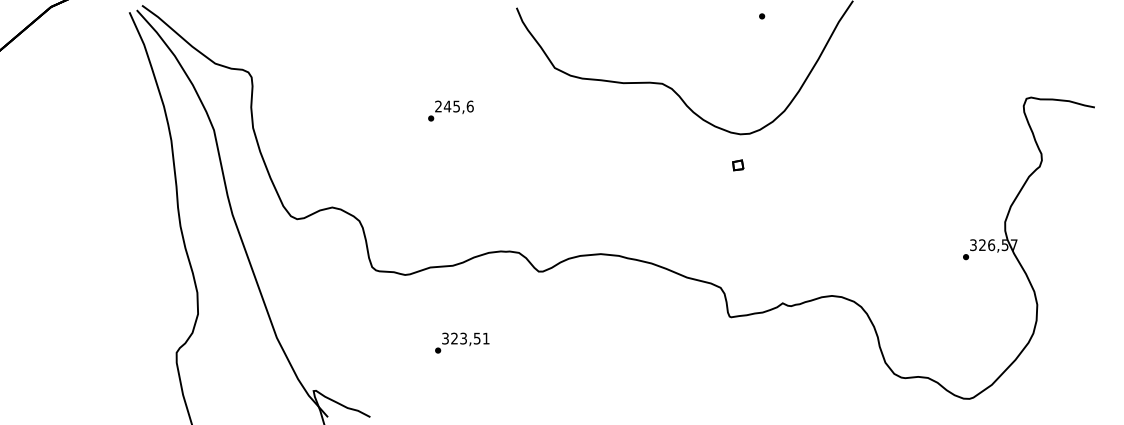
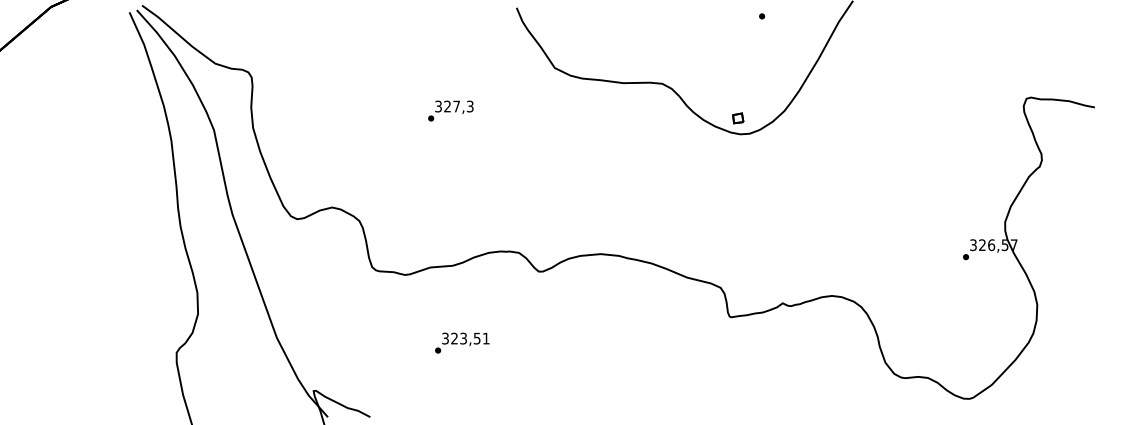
text at (454, 106): 245,6 -> 327,3
part at (738, 165) position: (738, 165) -> (738, 118)
